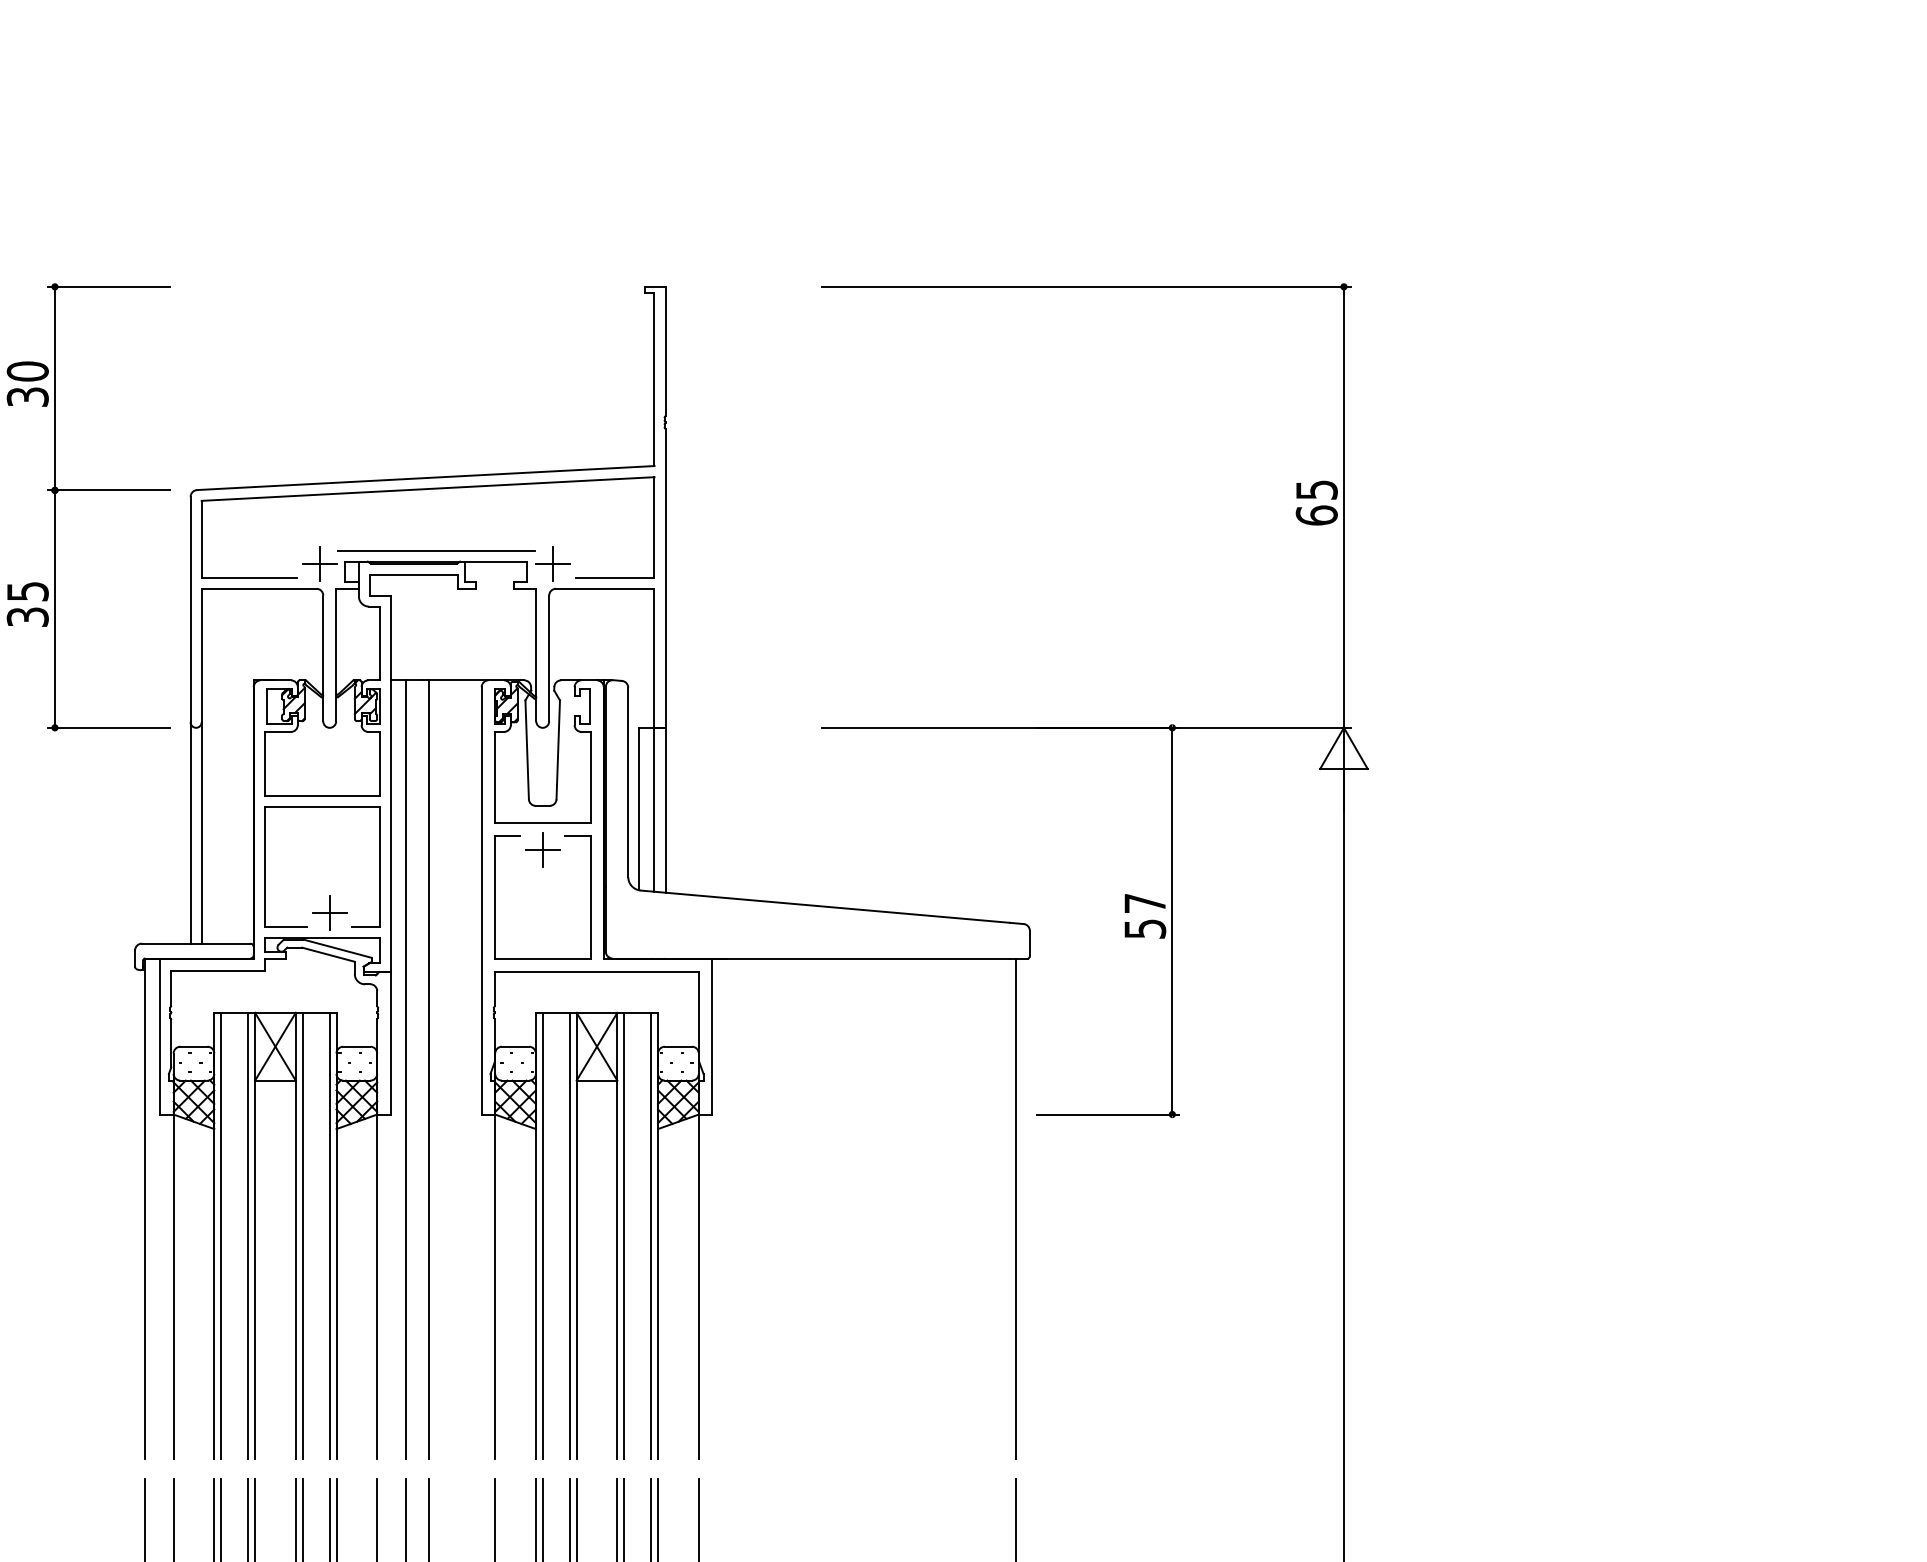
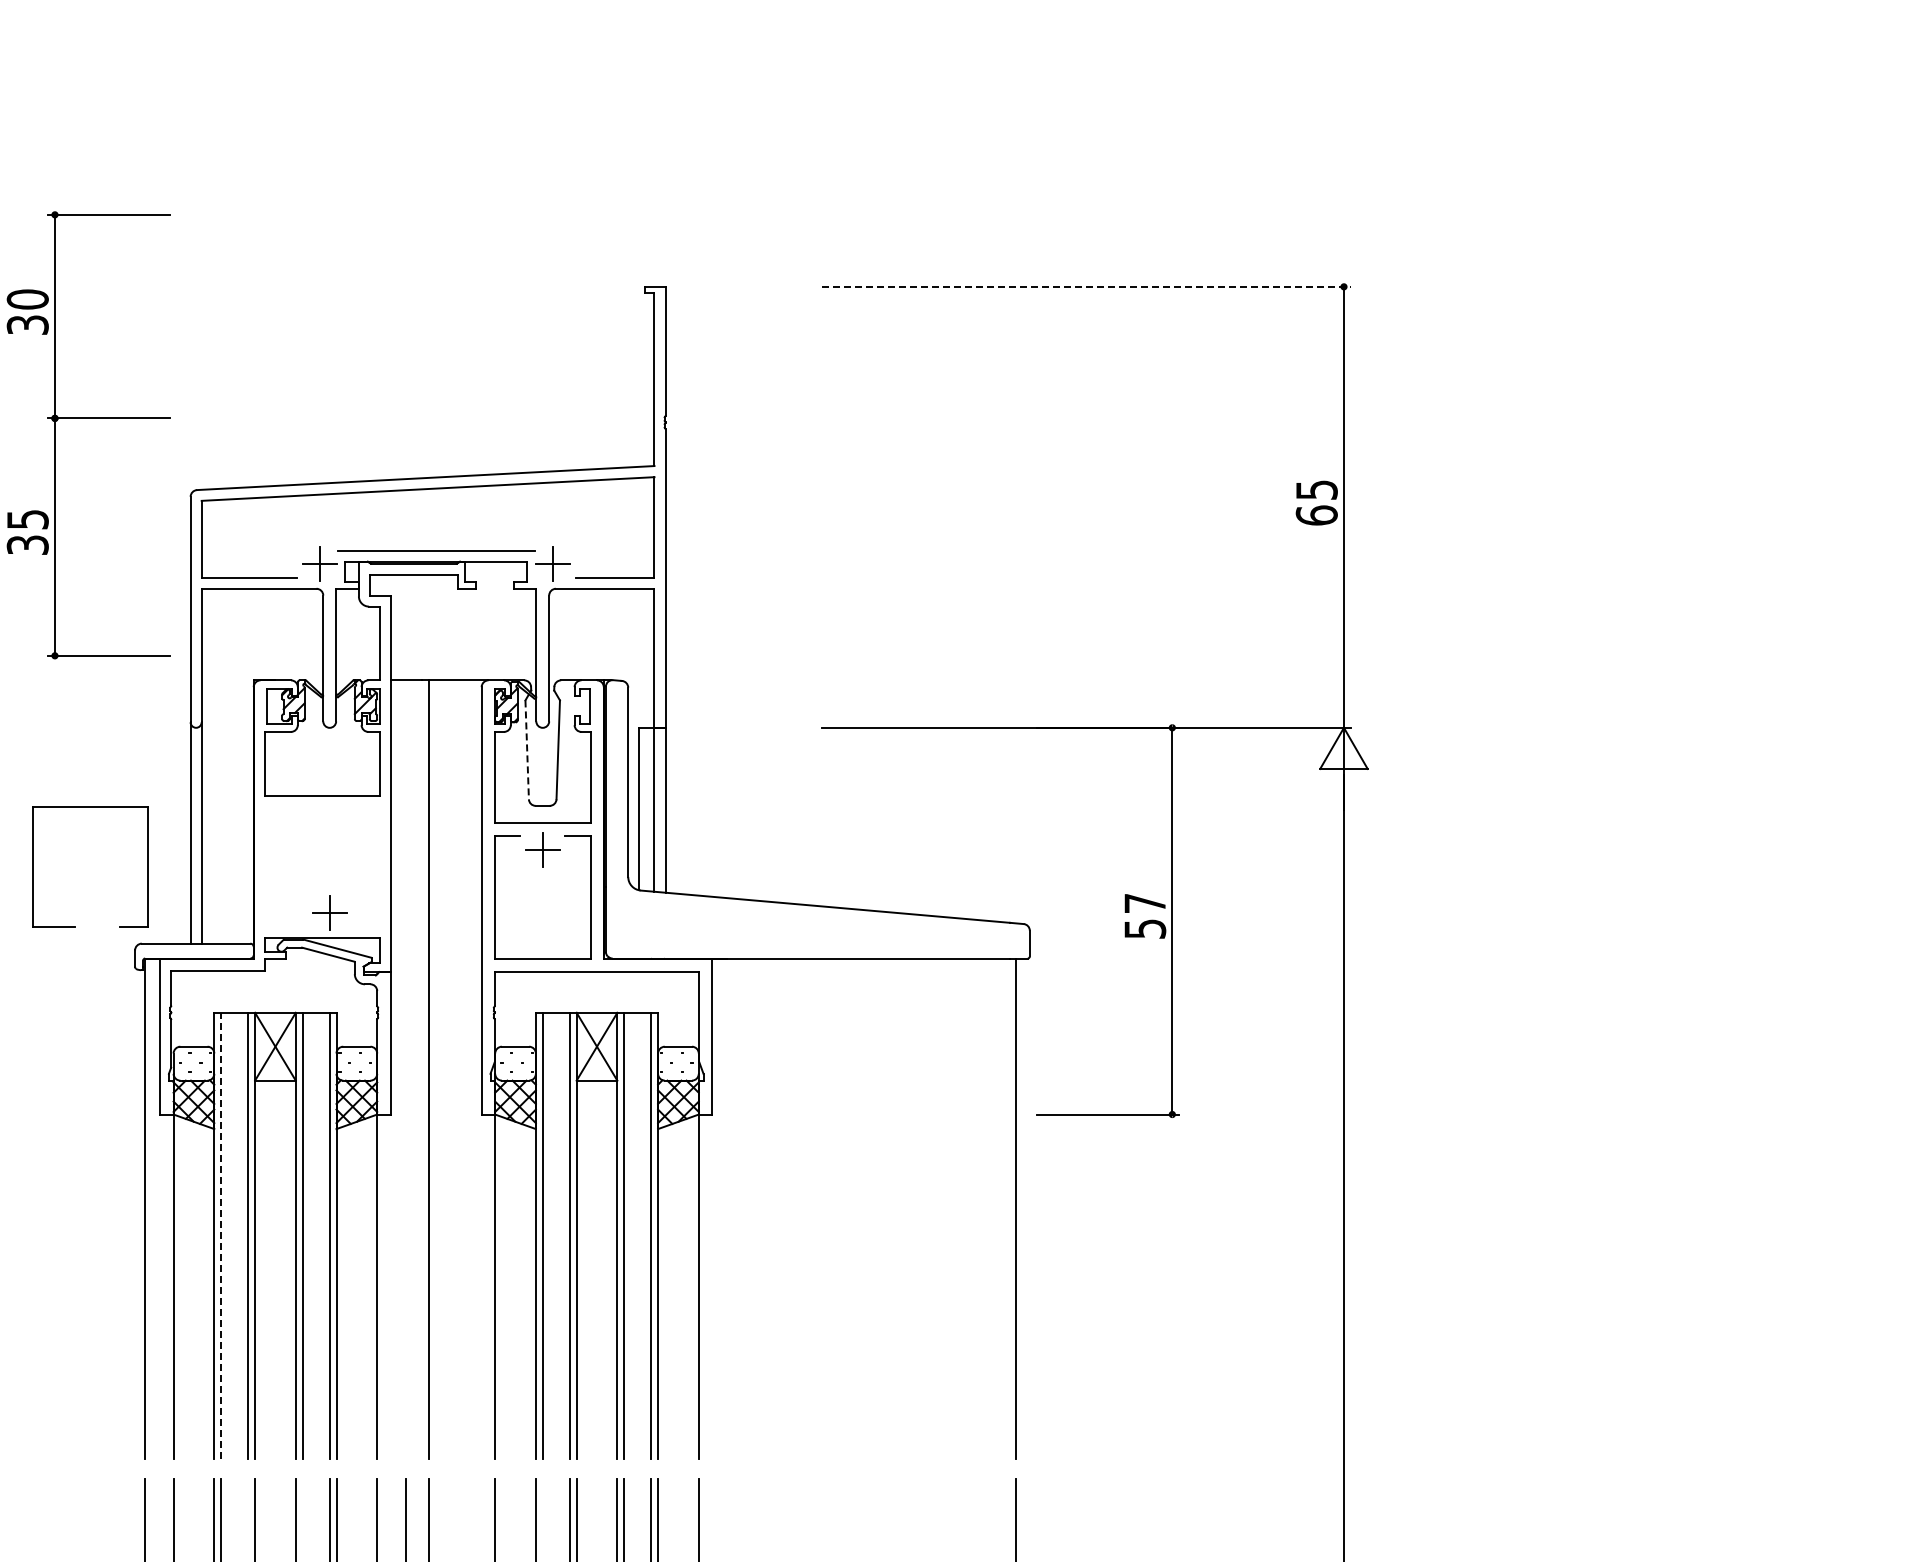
line at (1086, 286): solid -> dashed
part at (88, 490) position: (88, 490) -> (88, 418)
line at (527, 750): solid -> dashed
part at (265, 866) position: (265, 866) -> (33, 866)
line at (405, 1069): present -> none
line at (221, 1235): solid -> dashed
line at (248, 1518): present -> none
line at (302, 1518): present -> none
line at (542, 1518): present -> none
